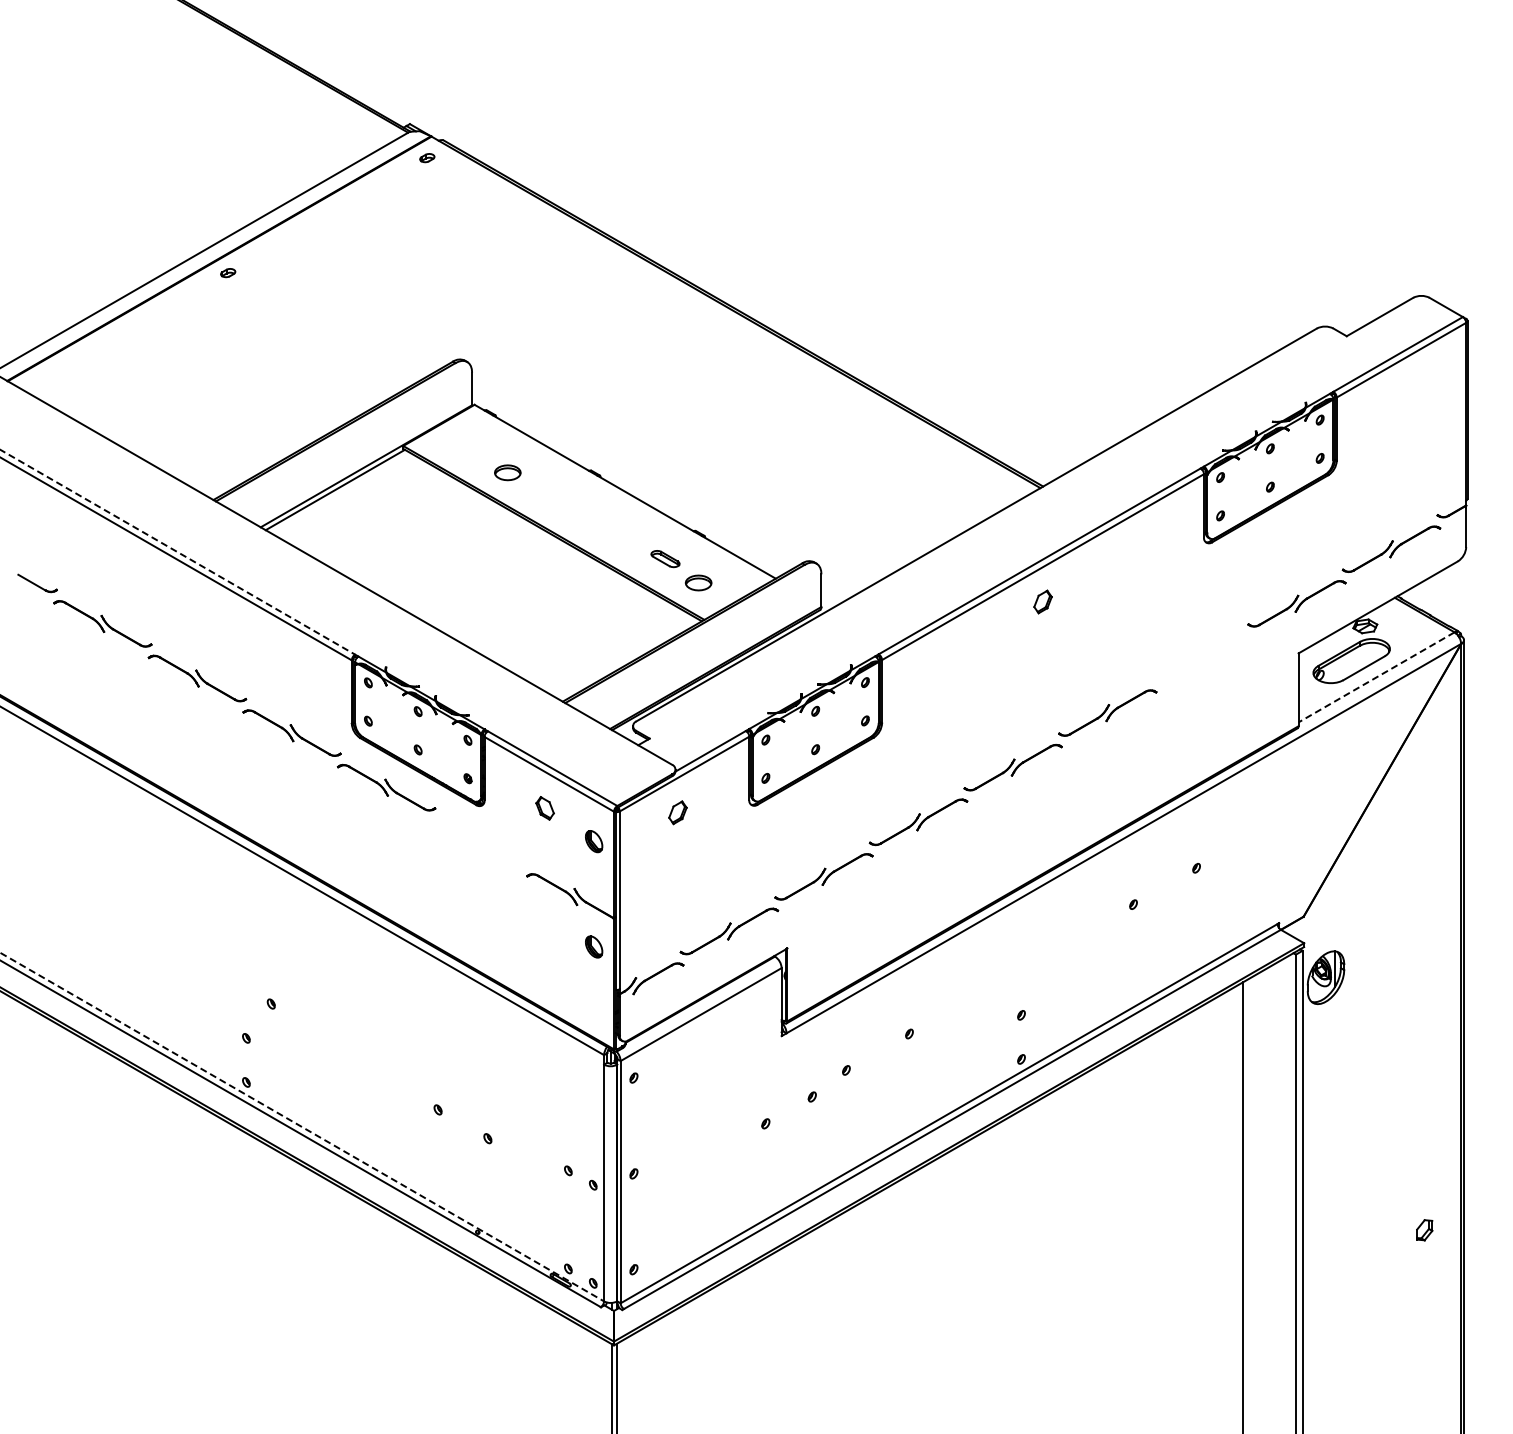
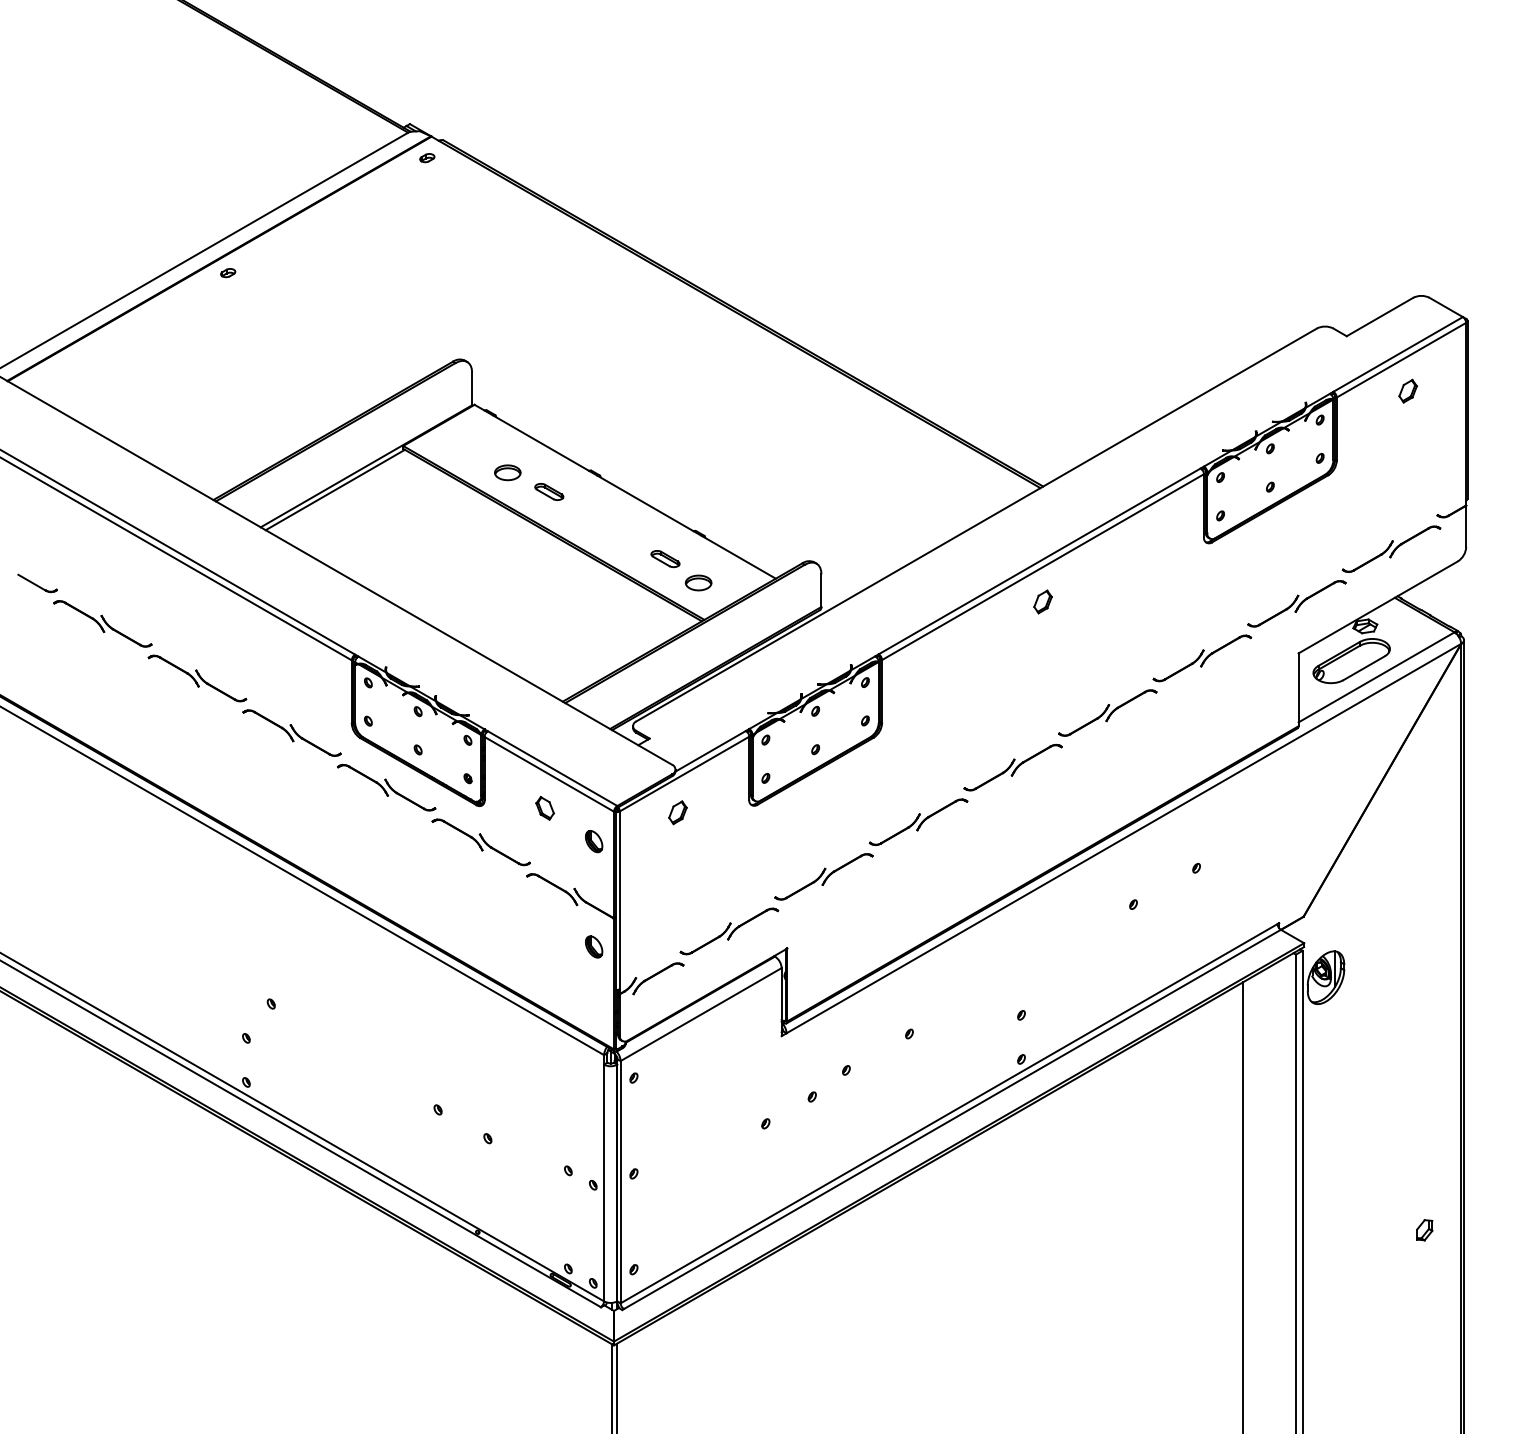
part at (1407, 390): none -> present
part at (549, 491): none -> present
line at (177, 552): dashed -> solid
part at (1202, 658): none -> present
line at (1376, 677): dashed -> solid
part at (480, 842): none -> present
line at (302, 1127): dashed -> solid
